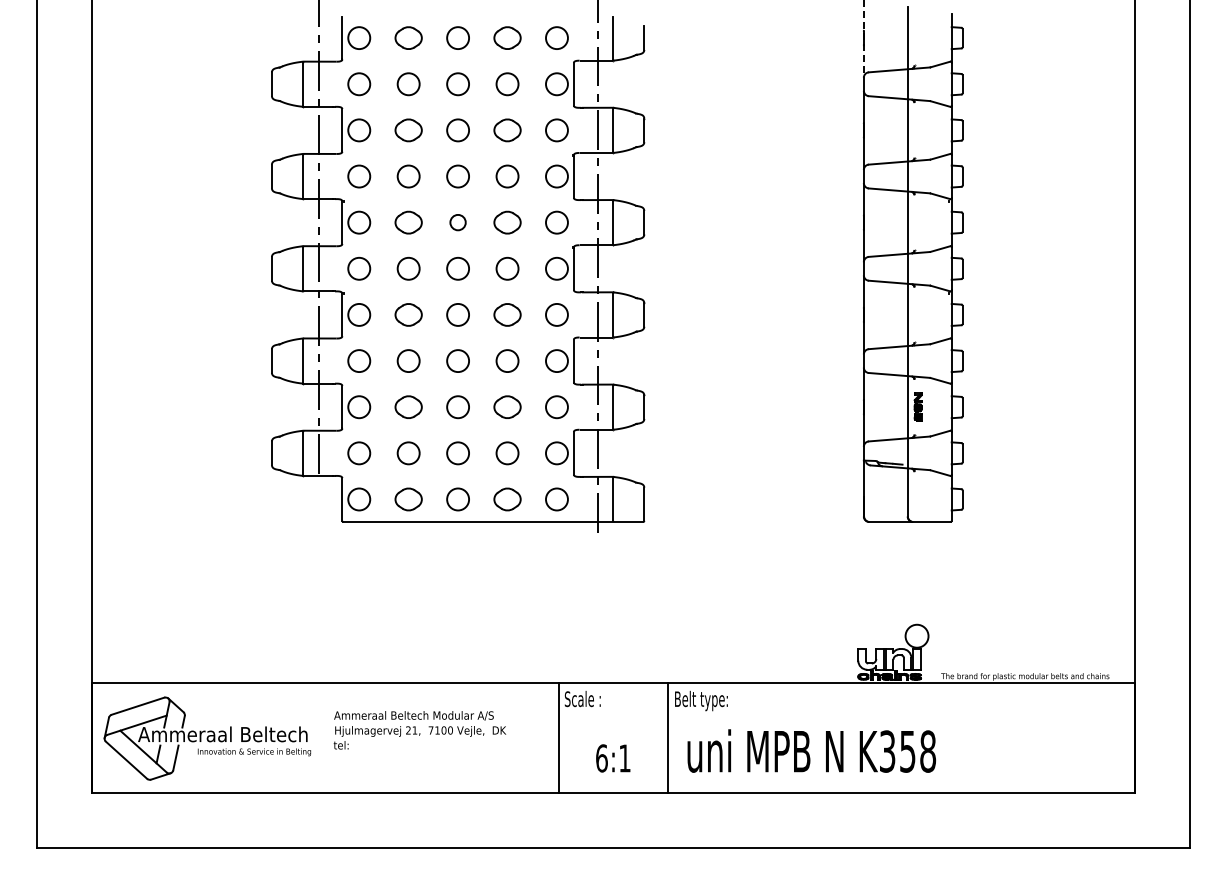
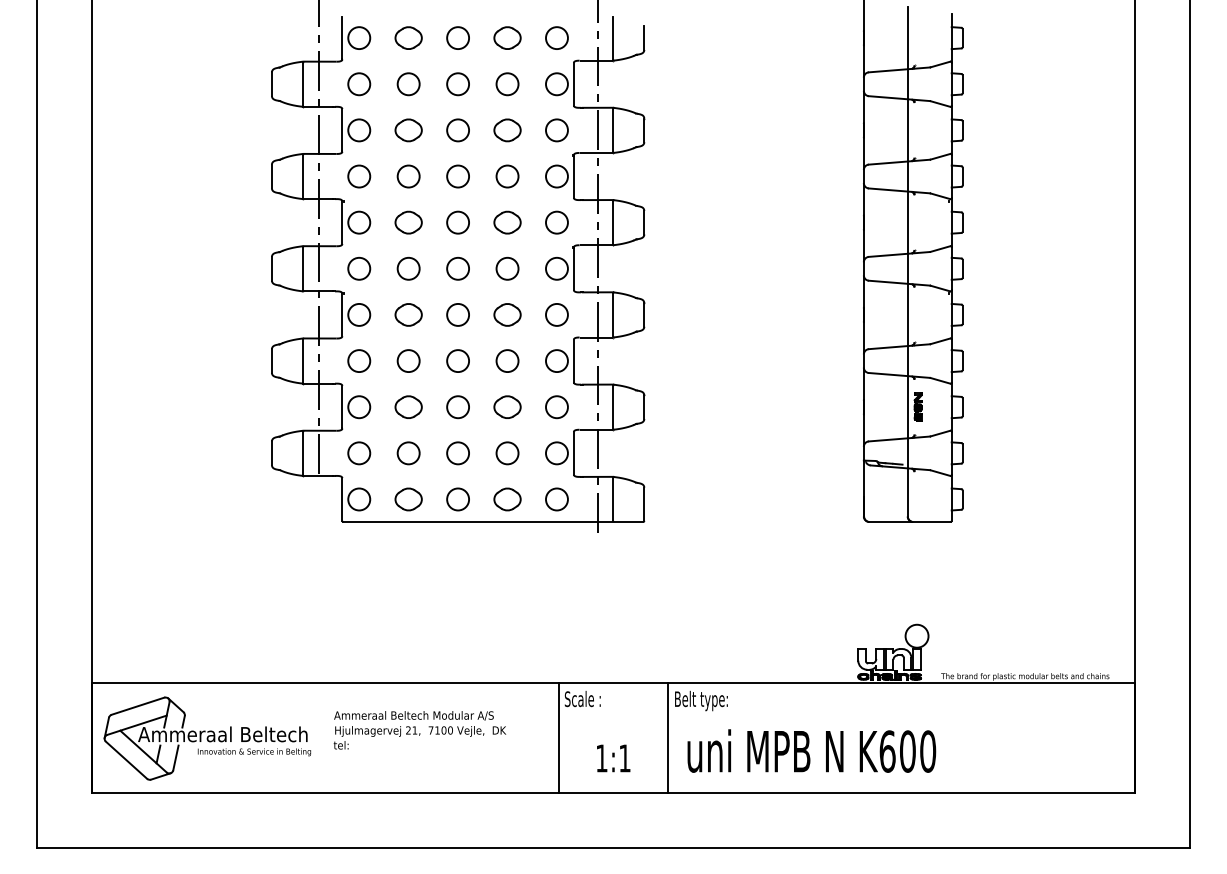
line at (864, 38): dashed -> solid
circle at (457, 222) size: 18x18 px -> 24x25 px
text at (907, 751): K358 -> K600
text at (601, 758): 6:1 -> 1:1
